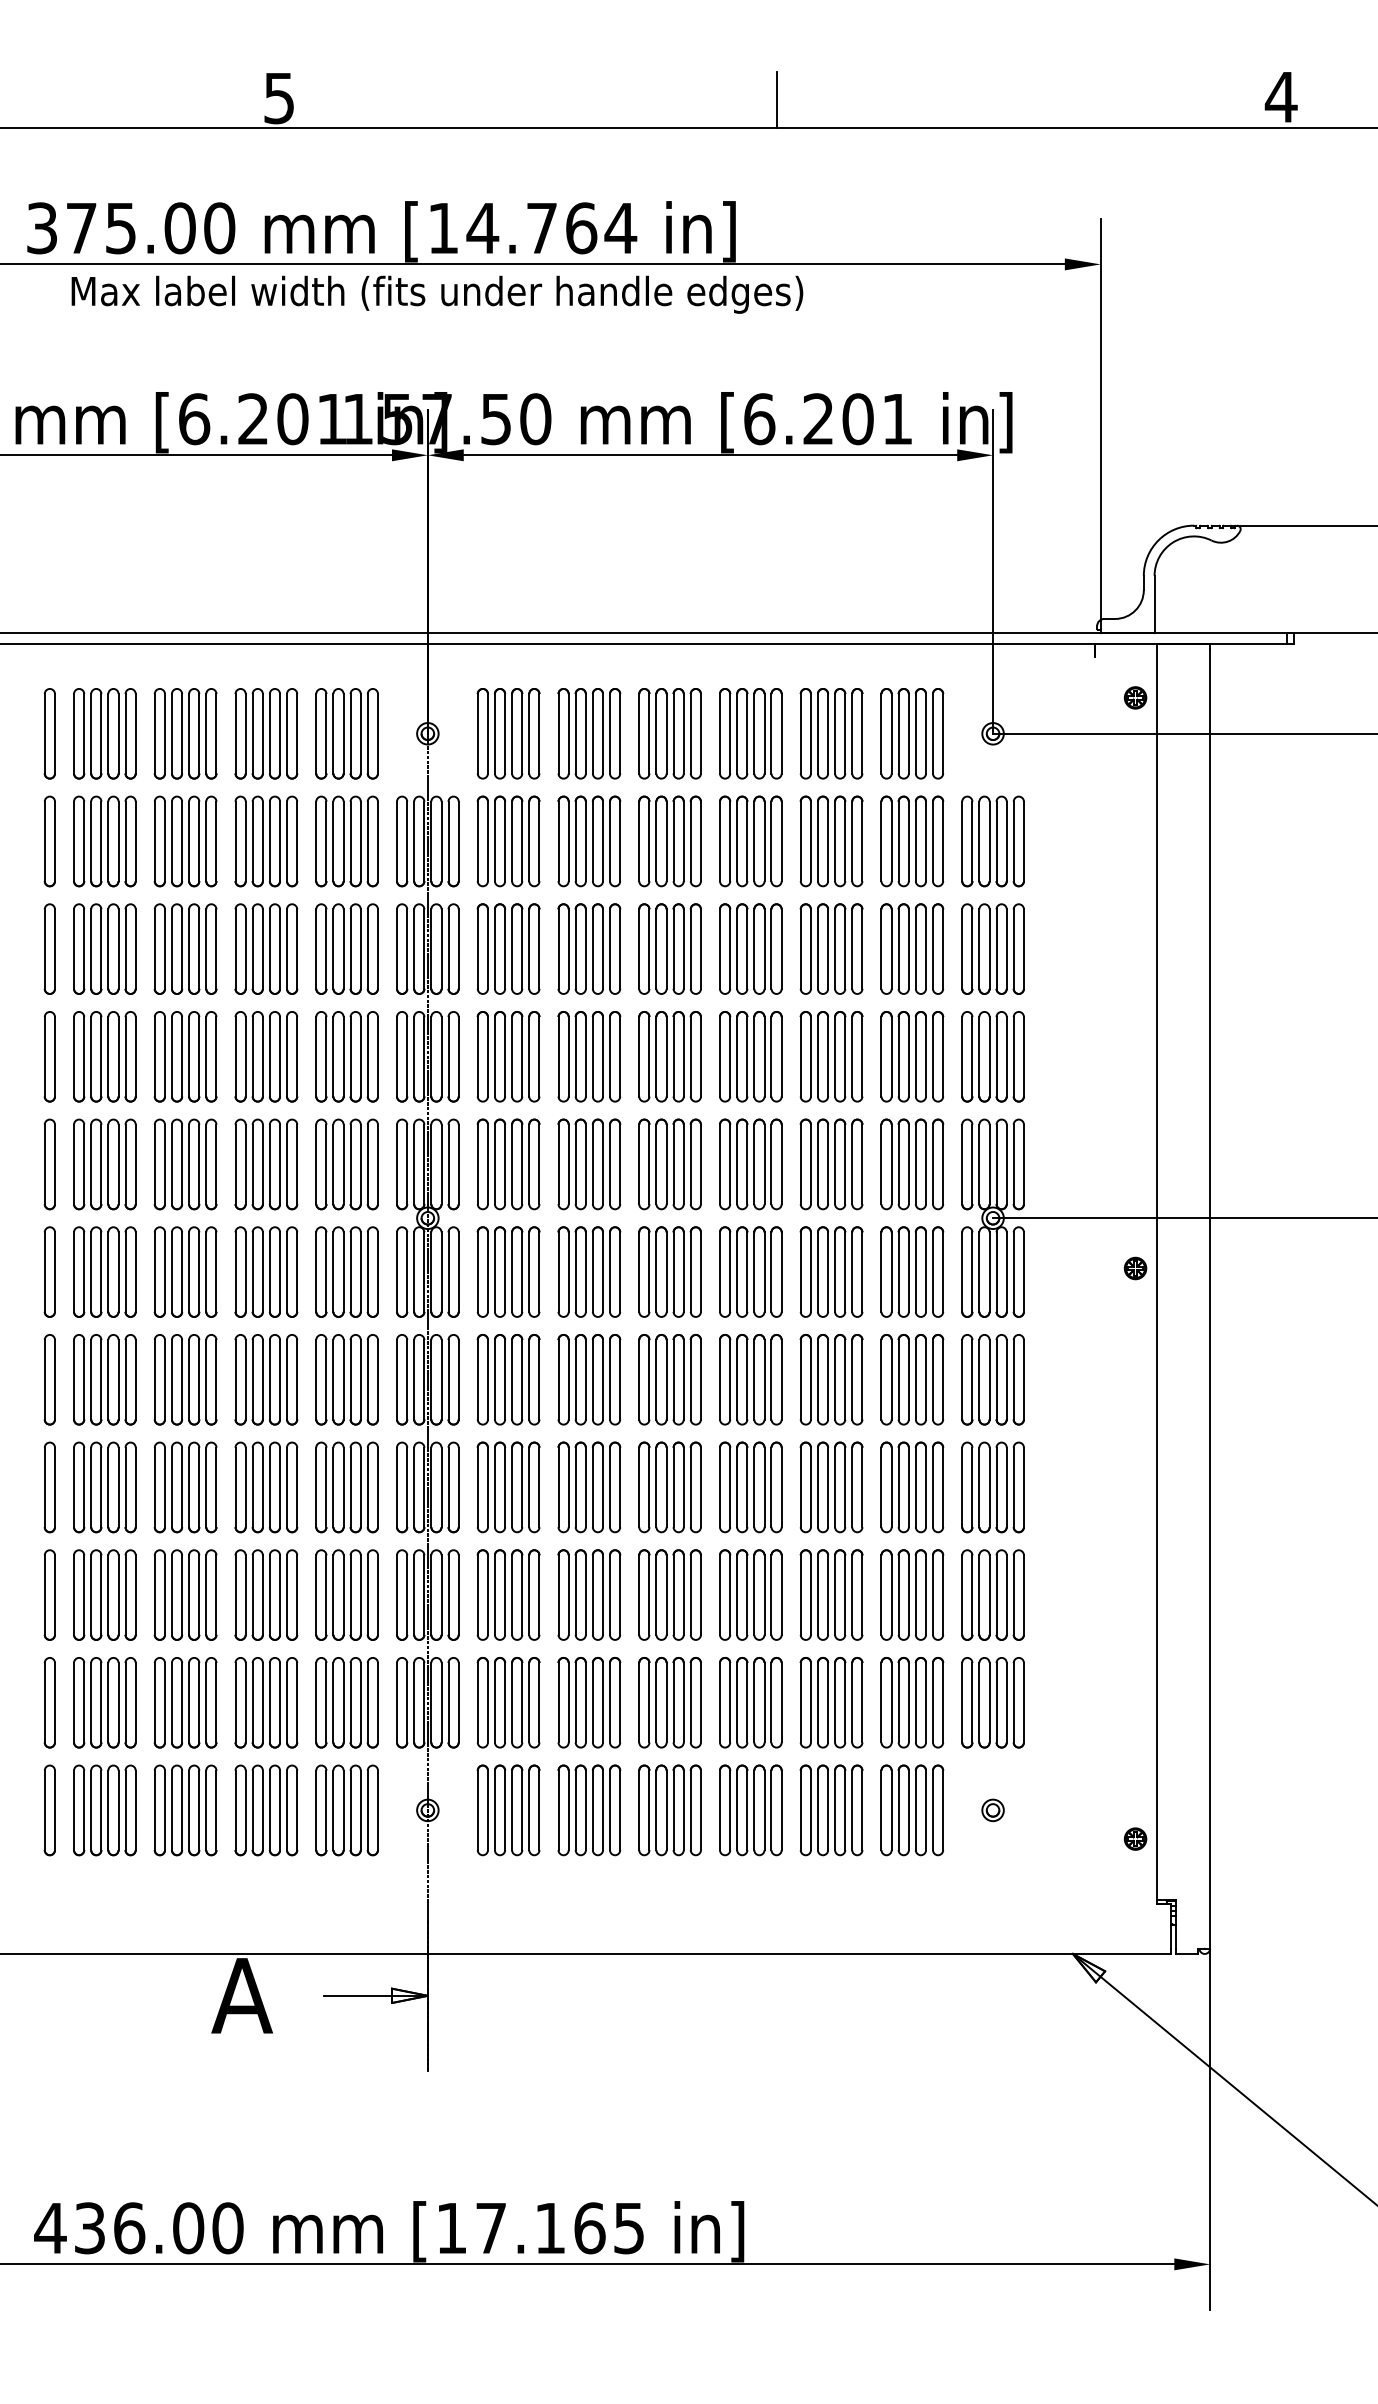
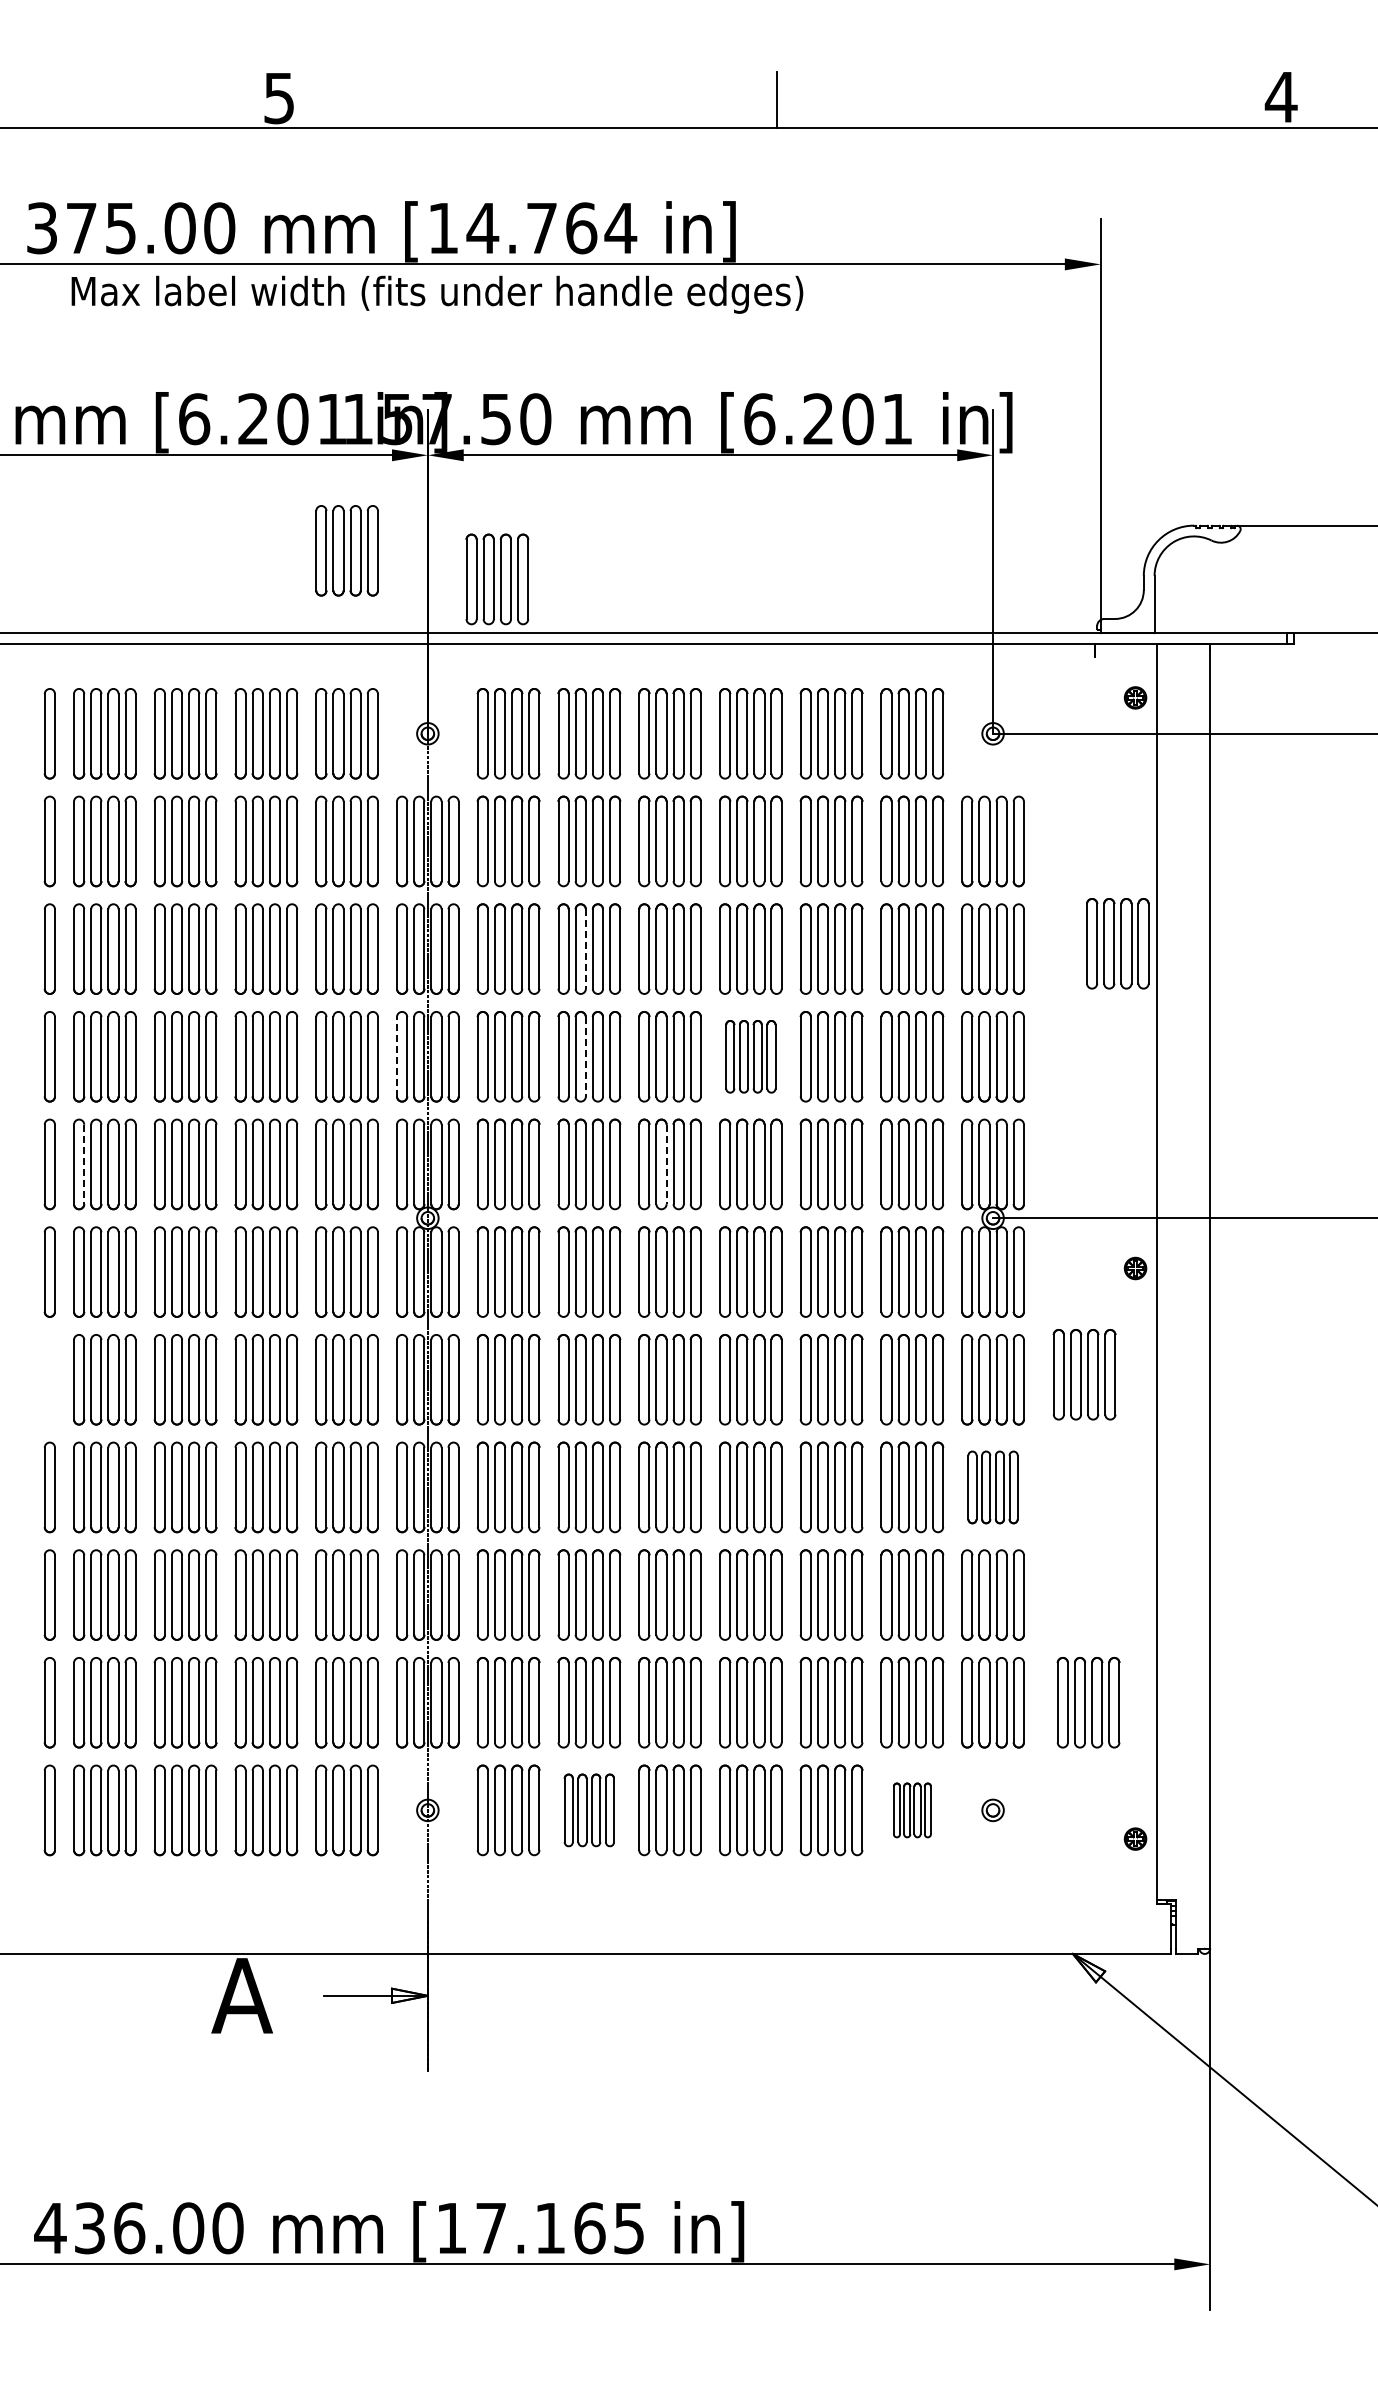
part at (346, 550): none -> present
part at (497, 579): none -> present
part at (1117, 943): none -> present
line at (585, 949): solid -> dashed
line at (397, 1056): solid -> dashed
line at (585, 1056): solid -> dashed
part at (750, 1056) size: 64x92 px -> 52x74 px
line at (84, 1164): solid -> dashed
line at (666, 1164): solid -> dashed
part at (1084, 1374): none -> present
part at (49, 1379): present -> none
part at (992, 1487) size: 64x93 px -> 52x75 px
part at (1088, 1702): none -> present
part at (589, 1810) size: 65x93 px -> 52x75 px
part at (912, 1810) size: 65x93 px -> 39x57 px
